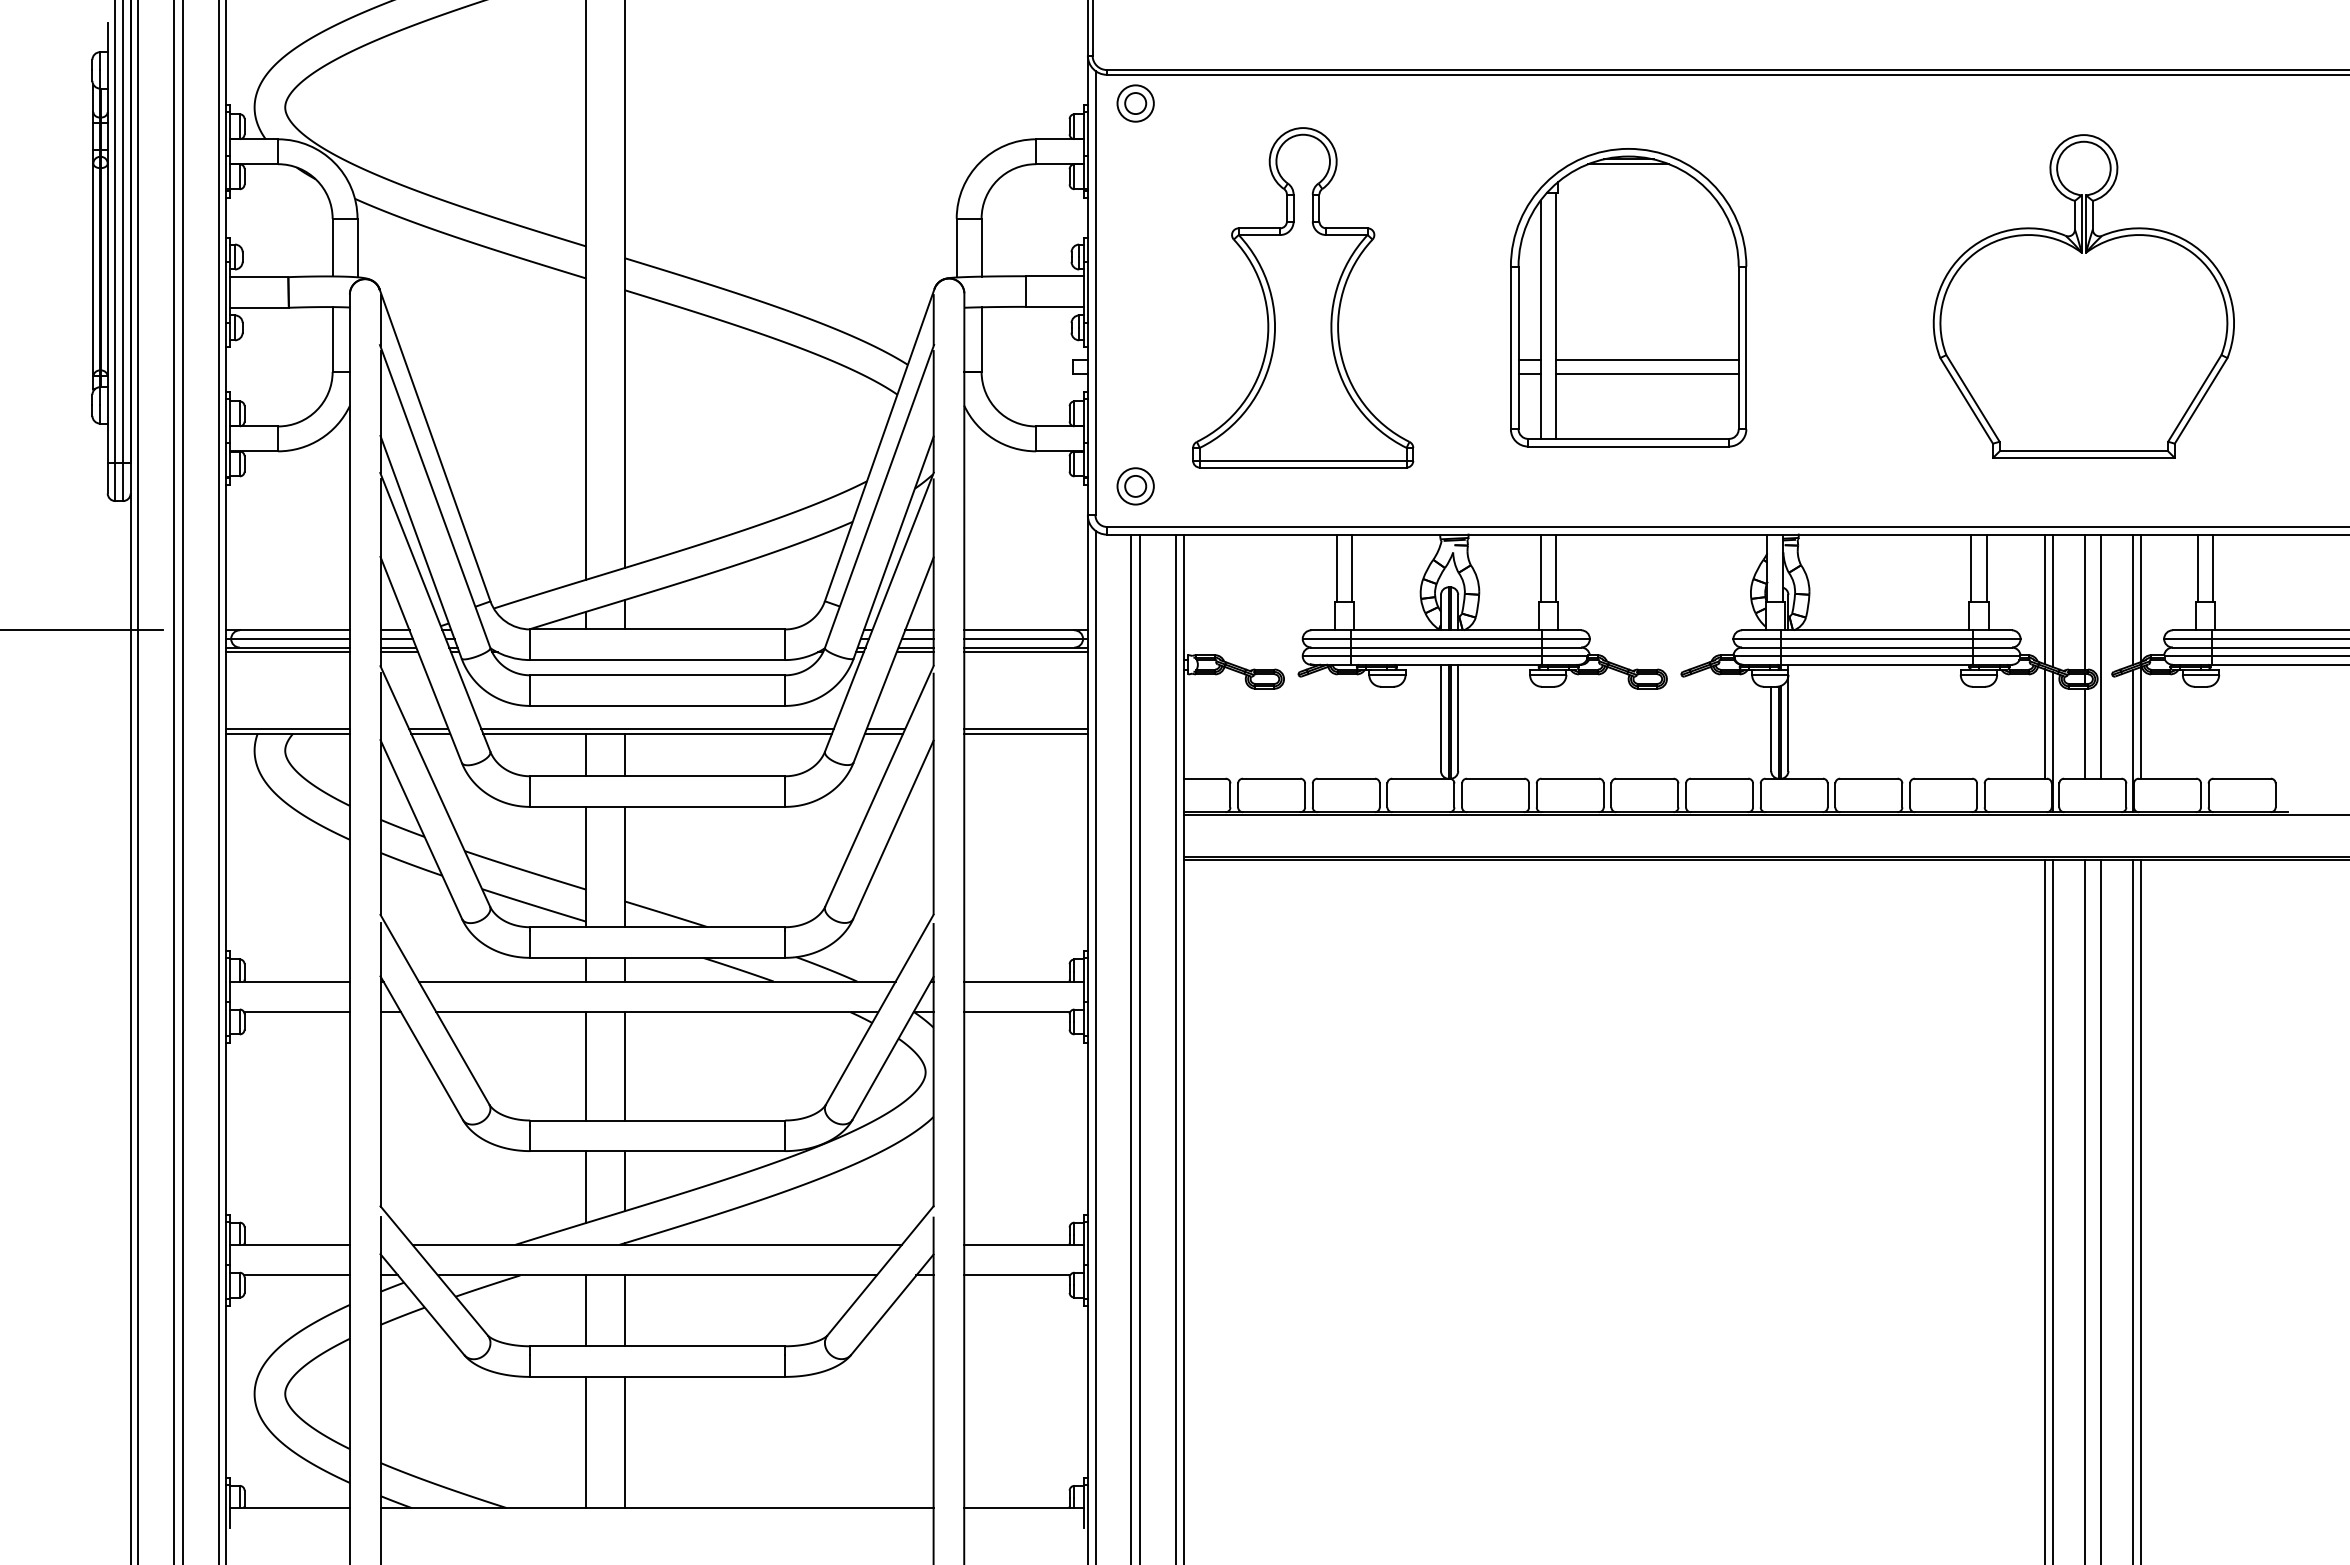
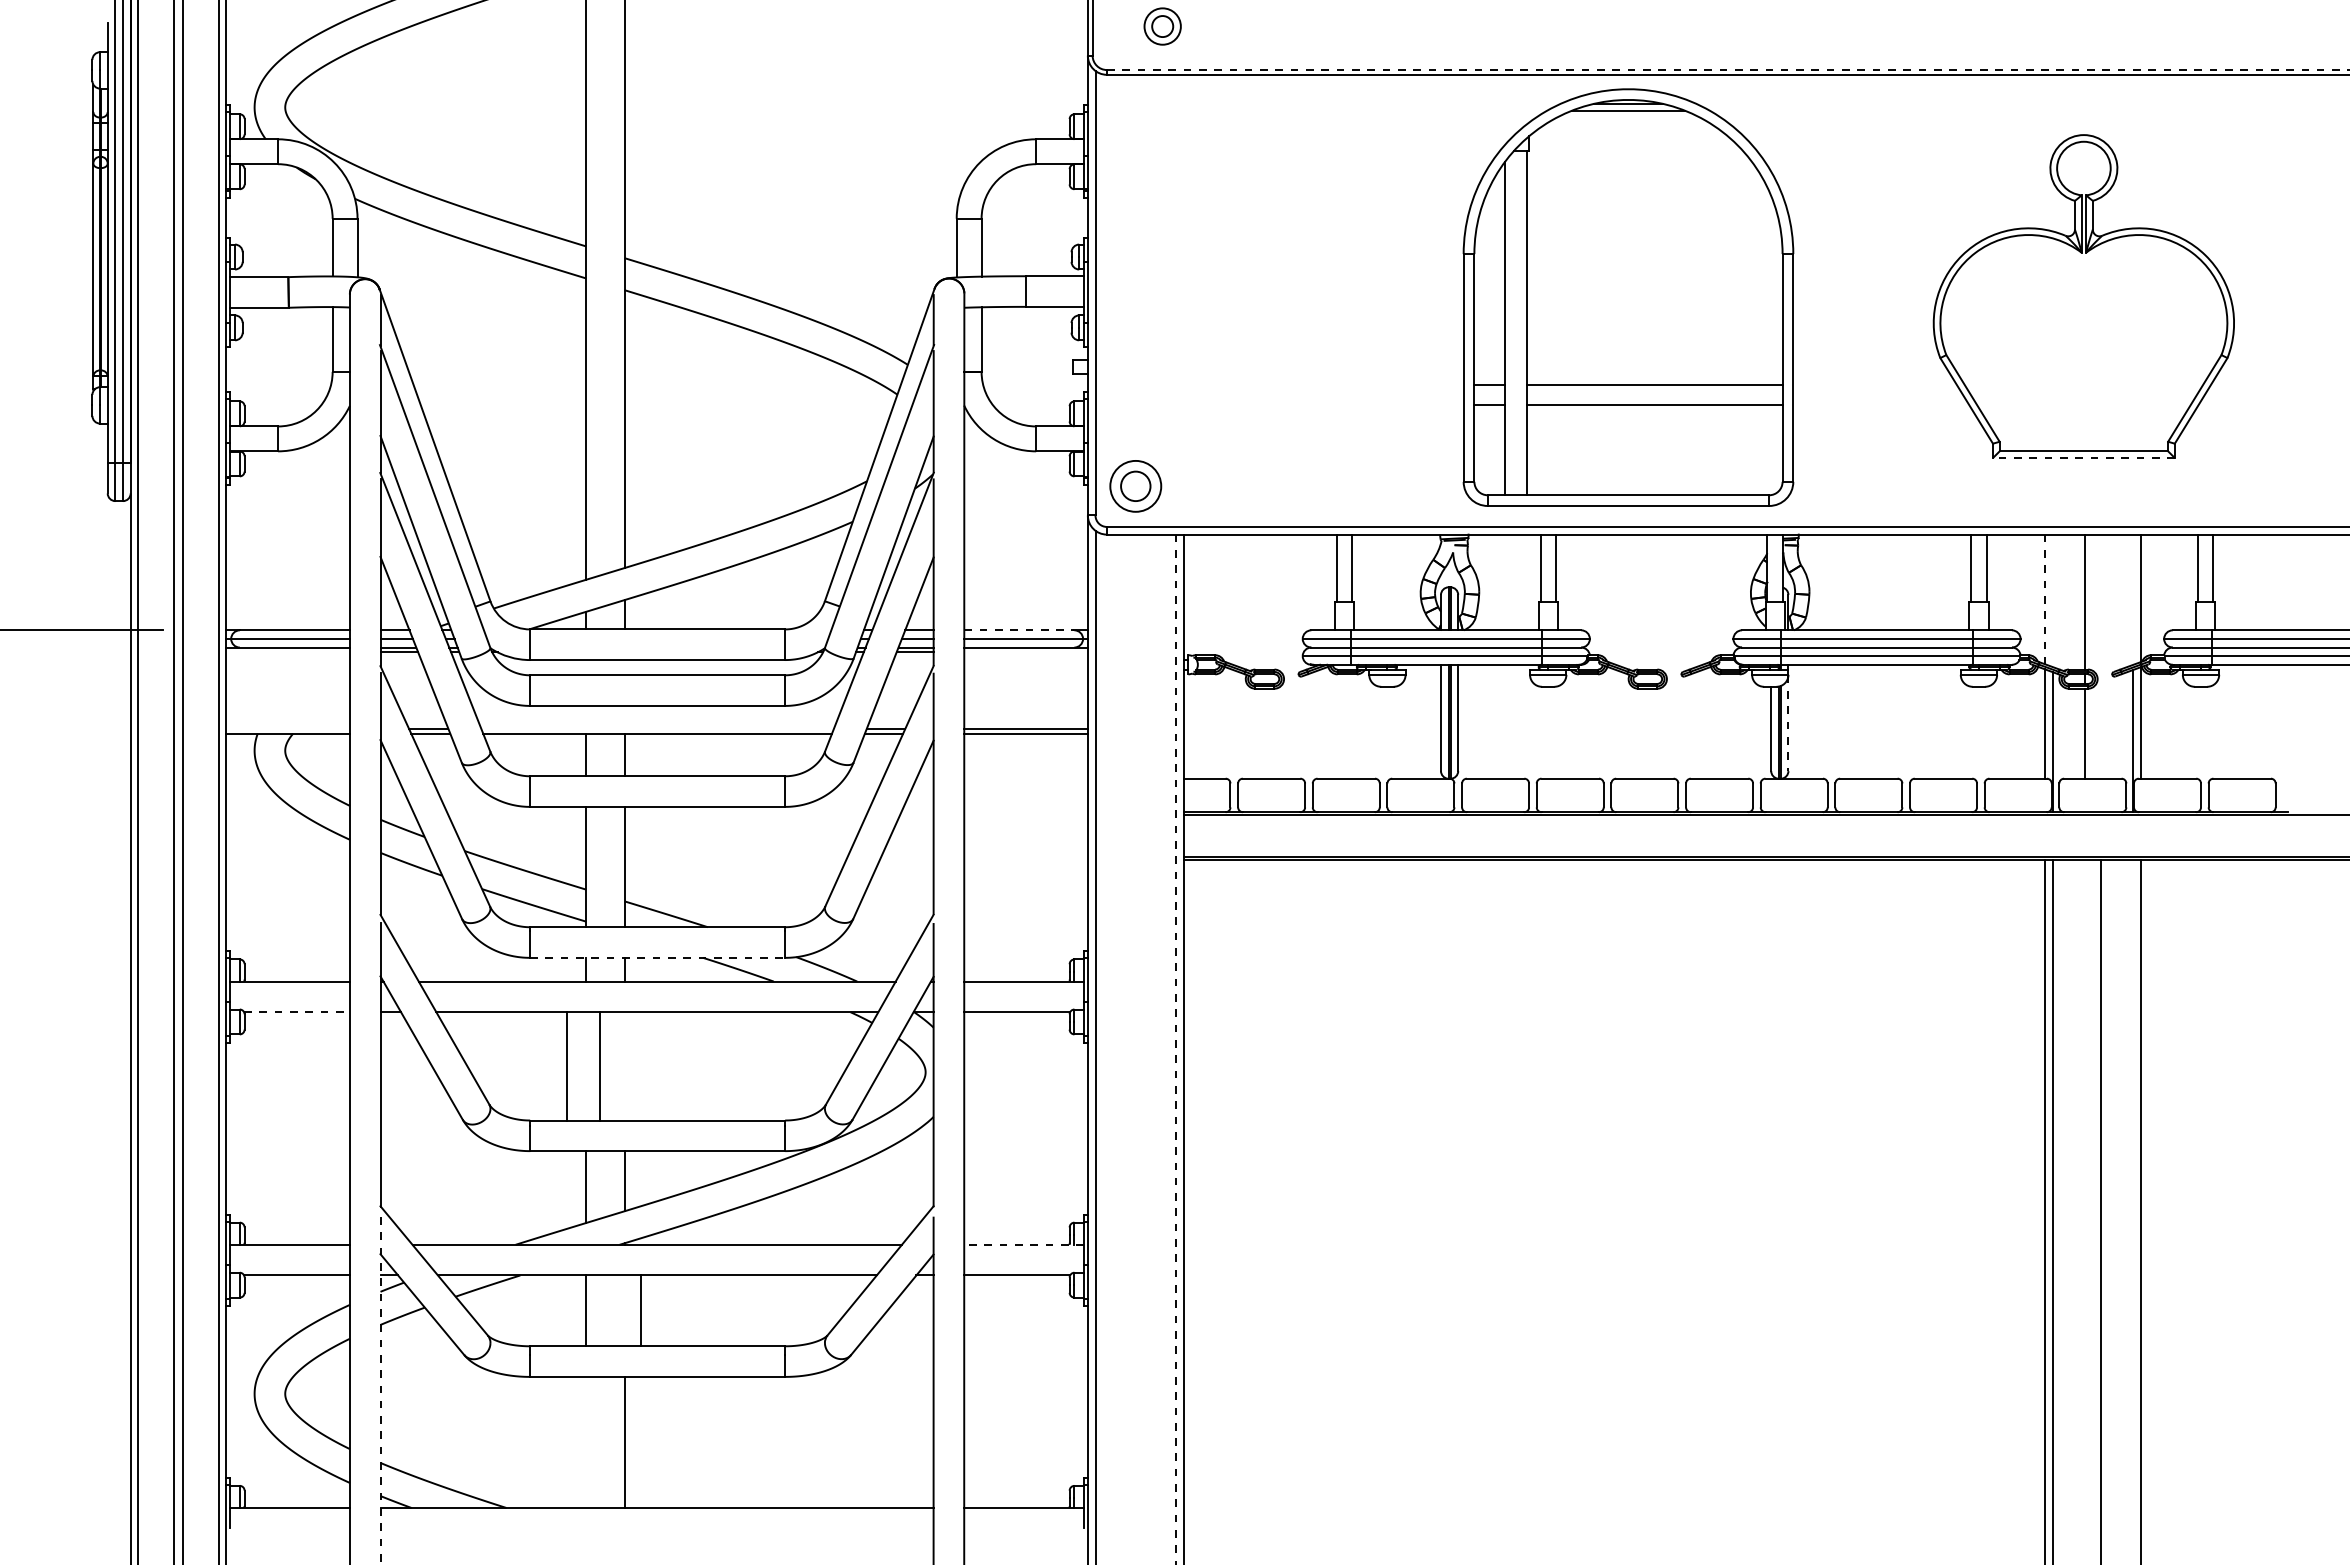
line at (1728, 70): solid -> dashed
part at (1135, 103) position: (1135, 103) -> (1162, 26)
part at (1303, 297): present -> none
part at (1628, 297) size: 238x300 px -> 333x419 px
line at (2083, 458): solid -> dashed
part at (1135, 486) size: 39x39 px -> 54x53 px
line at (2044, 599): solid -> dashed
line at (2133, 599): present -> none
line at (2052, 600): present -> none
line at (1019, 630): solid -> dashed
line at (287, 652): present -> none
line at (1025, 652): present -> none
line at (2100, 656): present -> none
line at (1788, 723): solid -> dashed
line at (287, 728): present -> none
line at (657, 728): present -> none
line at (657, 957): solid -> dashed
line at (297, 1012): solid -> dashed
line at (1130, 1047): present -> none
line at (1140, 1047): present -> none
line at (1175, 1049): solid -> dashed
line at (586, 1066) position: (586, 1066) -> (567, 1066)
line at (624, 1066) position: (624, 1066) -> (599, 1066)
line at (2085, 1210): present -> none
line at (2133, 1210): present -> none
line at (1024, 1244): solid -> dashed
line at (624, 1310) position: (624, 1310) -> (640, 1310)
line at (380, 1390): solid -> dashed
line at (586, 1442): present -> none
